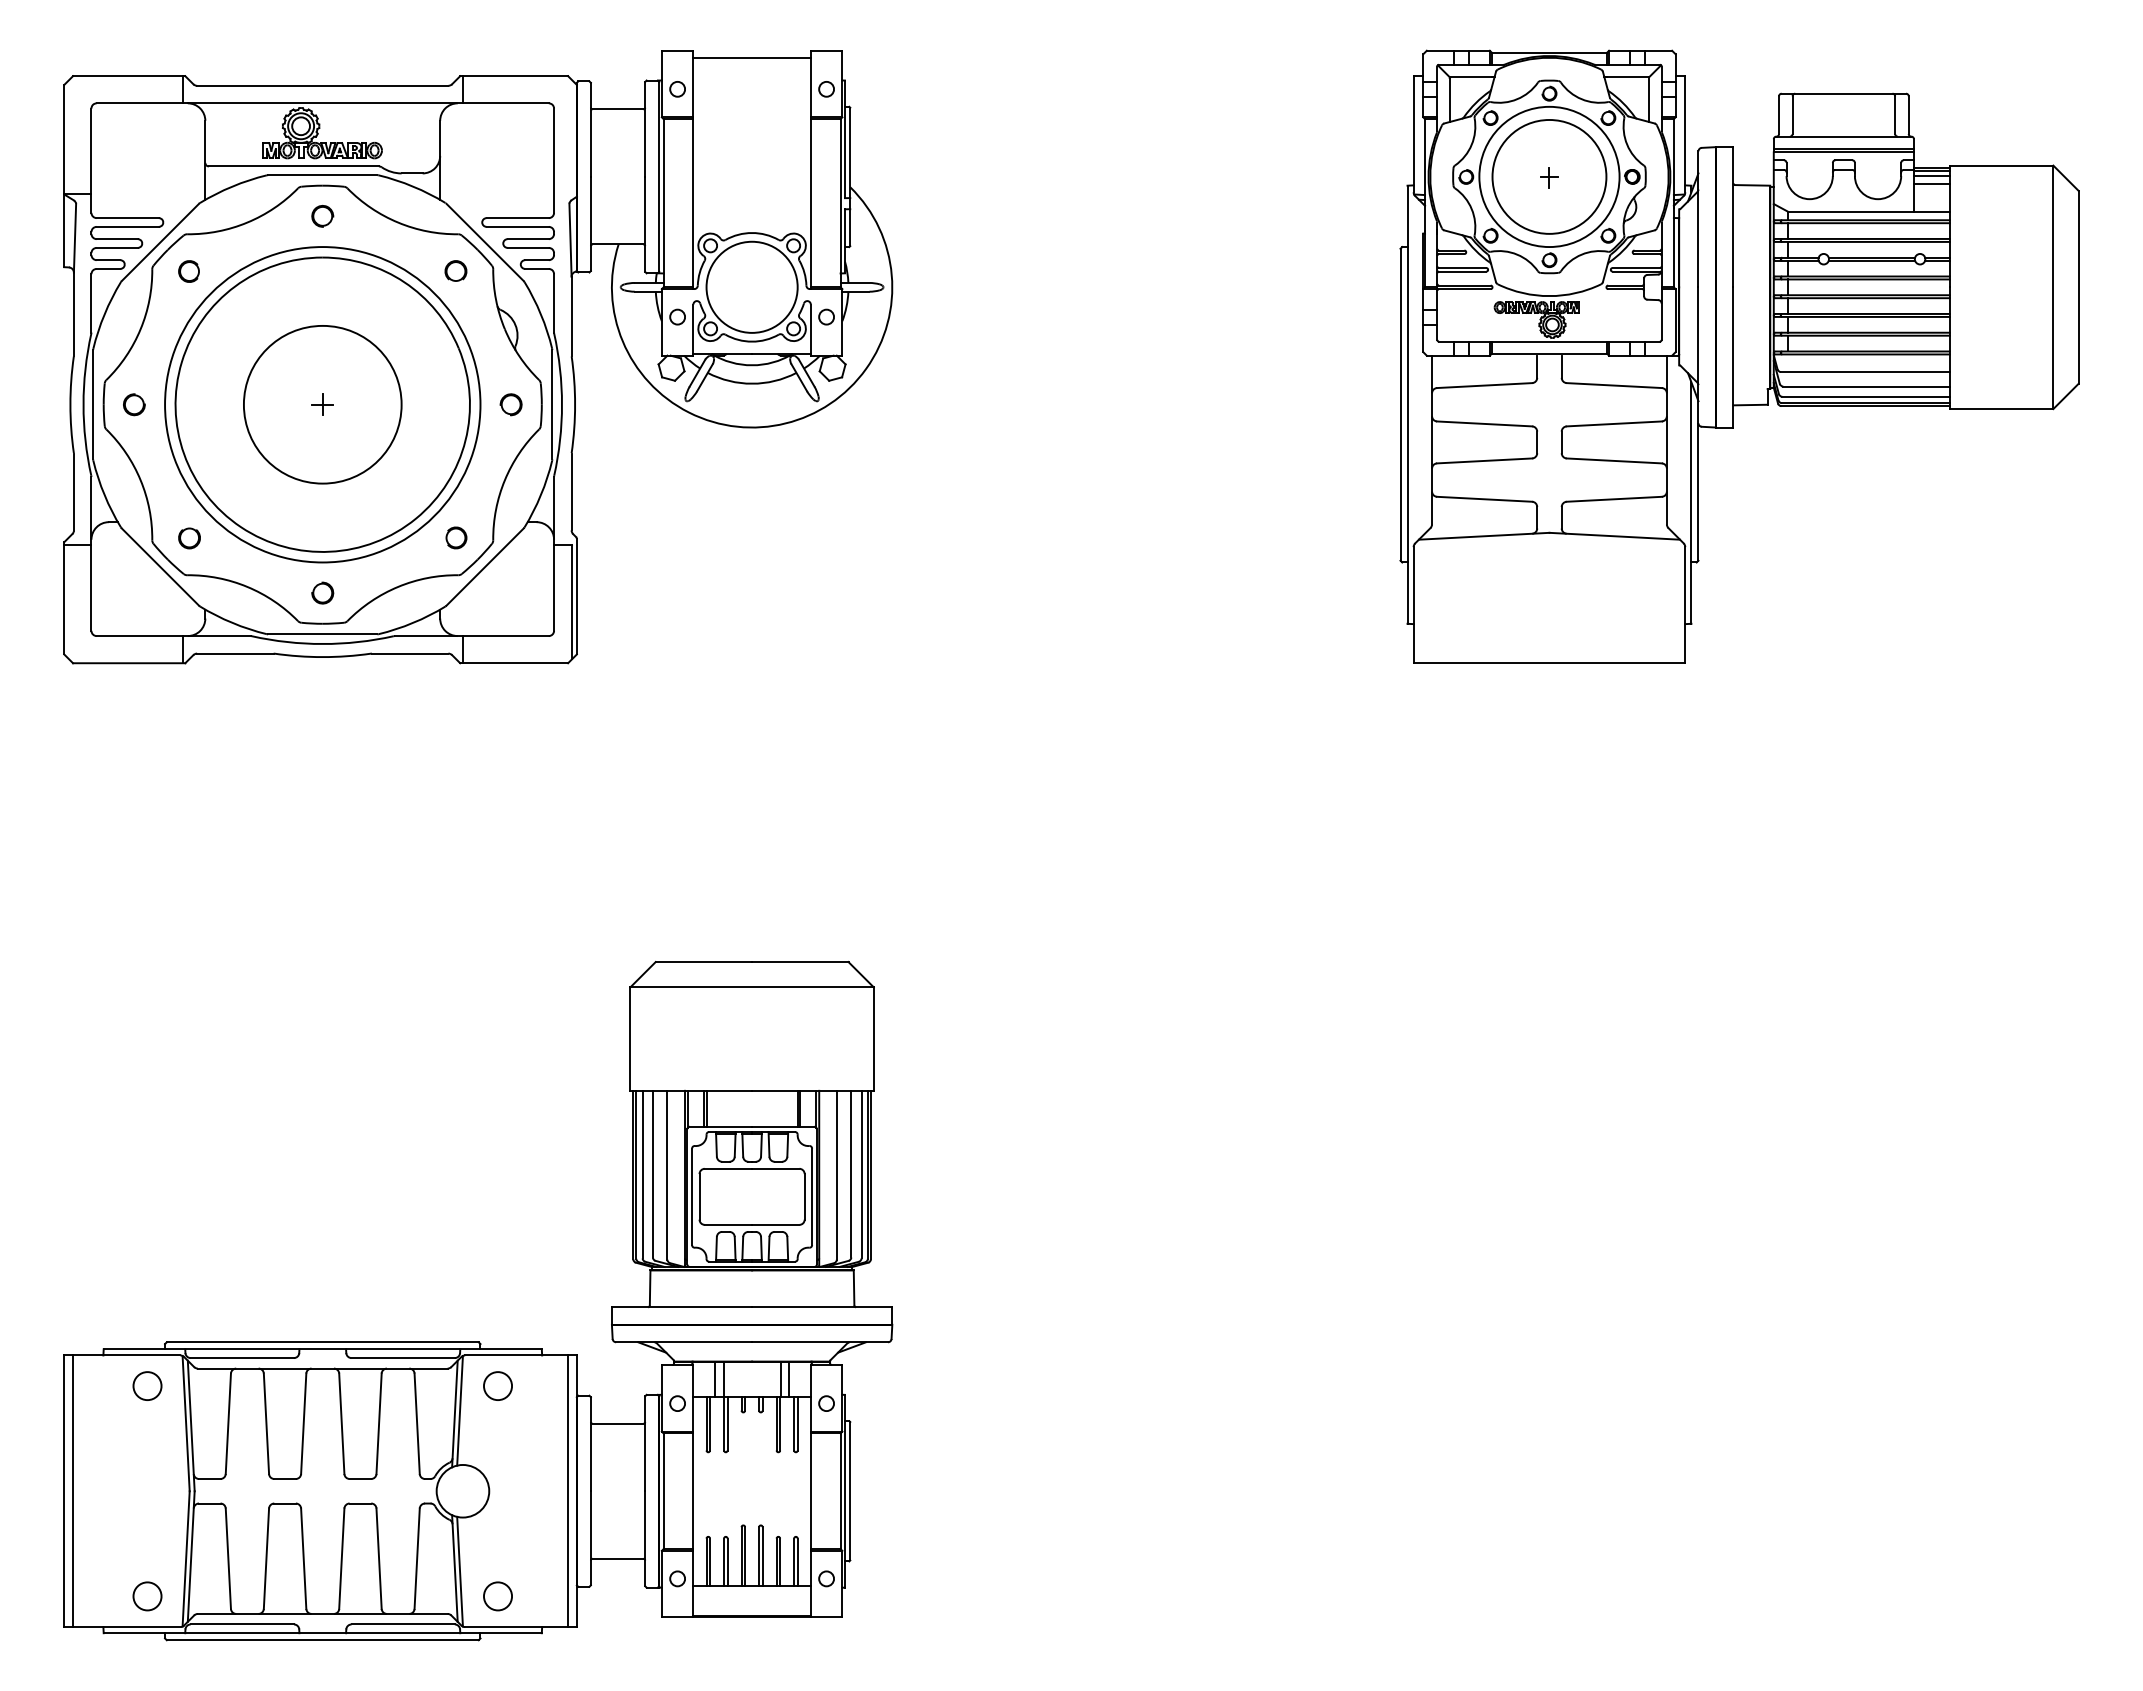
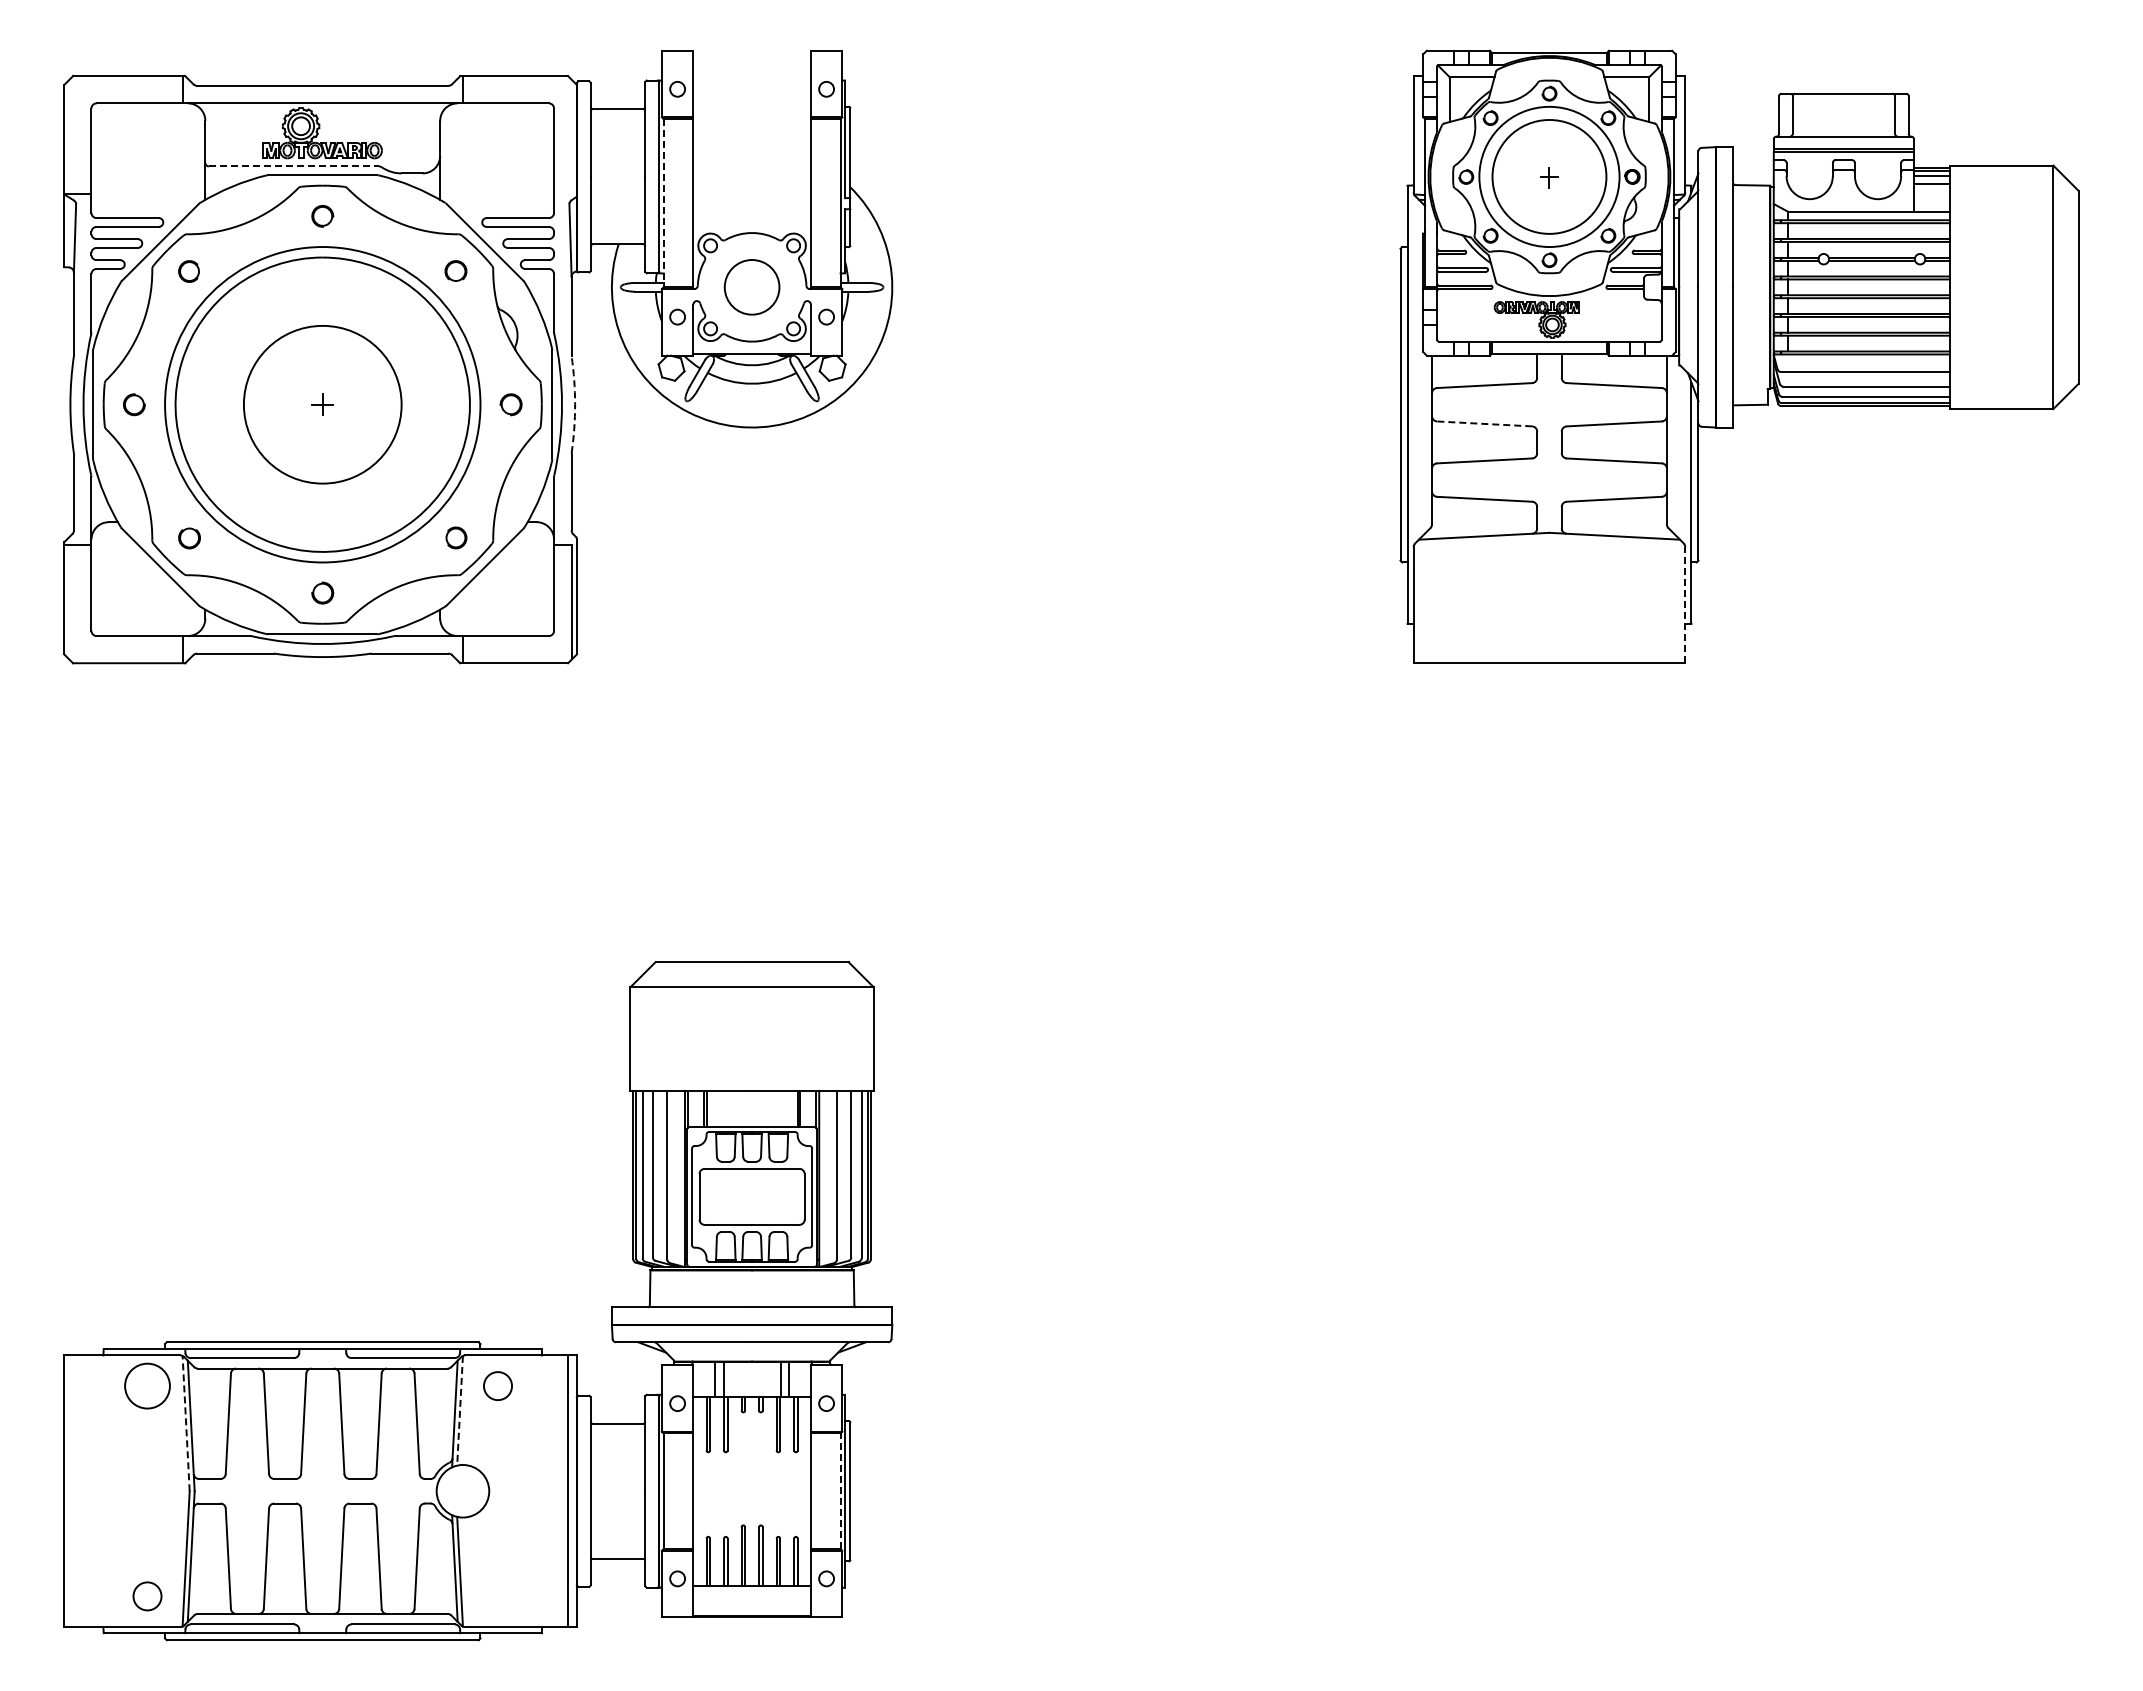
line at (751, 57): present -> none
line at (294, 166): solid -> dashed
line at (663, 203): solid -> dashed
circle at (751, 286) diameter: 91 px -> 55 px
arc at (575, 404): solid -> dashed
line at (1484, 423): solid -> dashed
line at (1685, 604): solid -> dashed
circle at (147, 1386) diameter: 28 px -> 45 px
line at (460, 1410): solid -> dashed
line at (186, 1423): solid -> dashed
line at (73, 1491): present -> none
line at (840, 1491): solid -> dashed
circle at (497, 1596): present -> none
